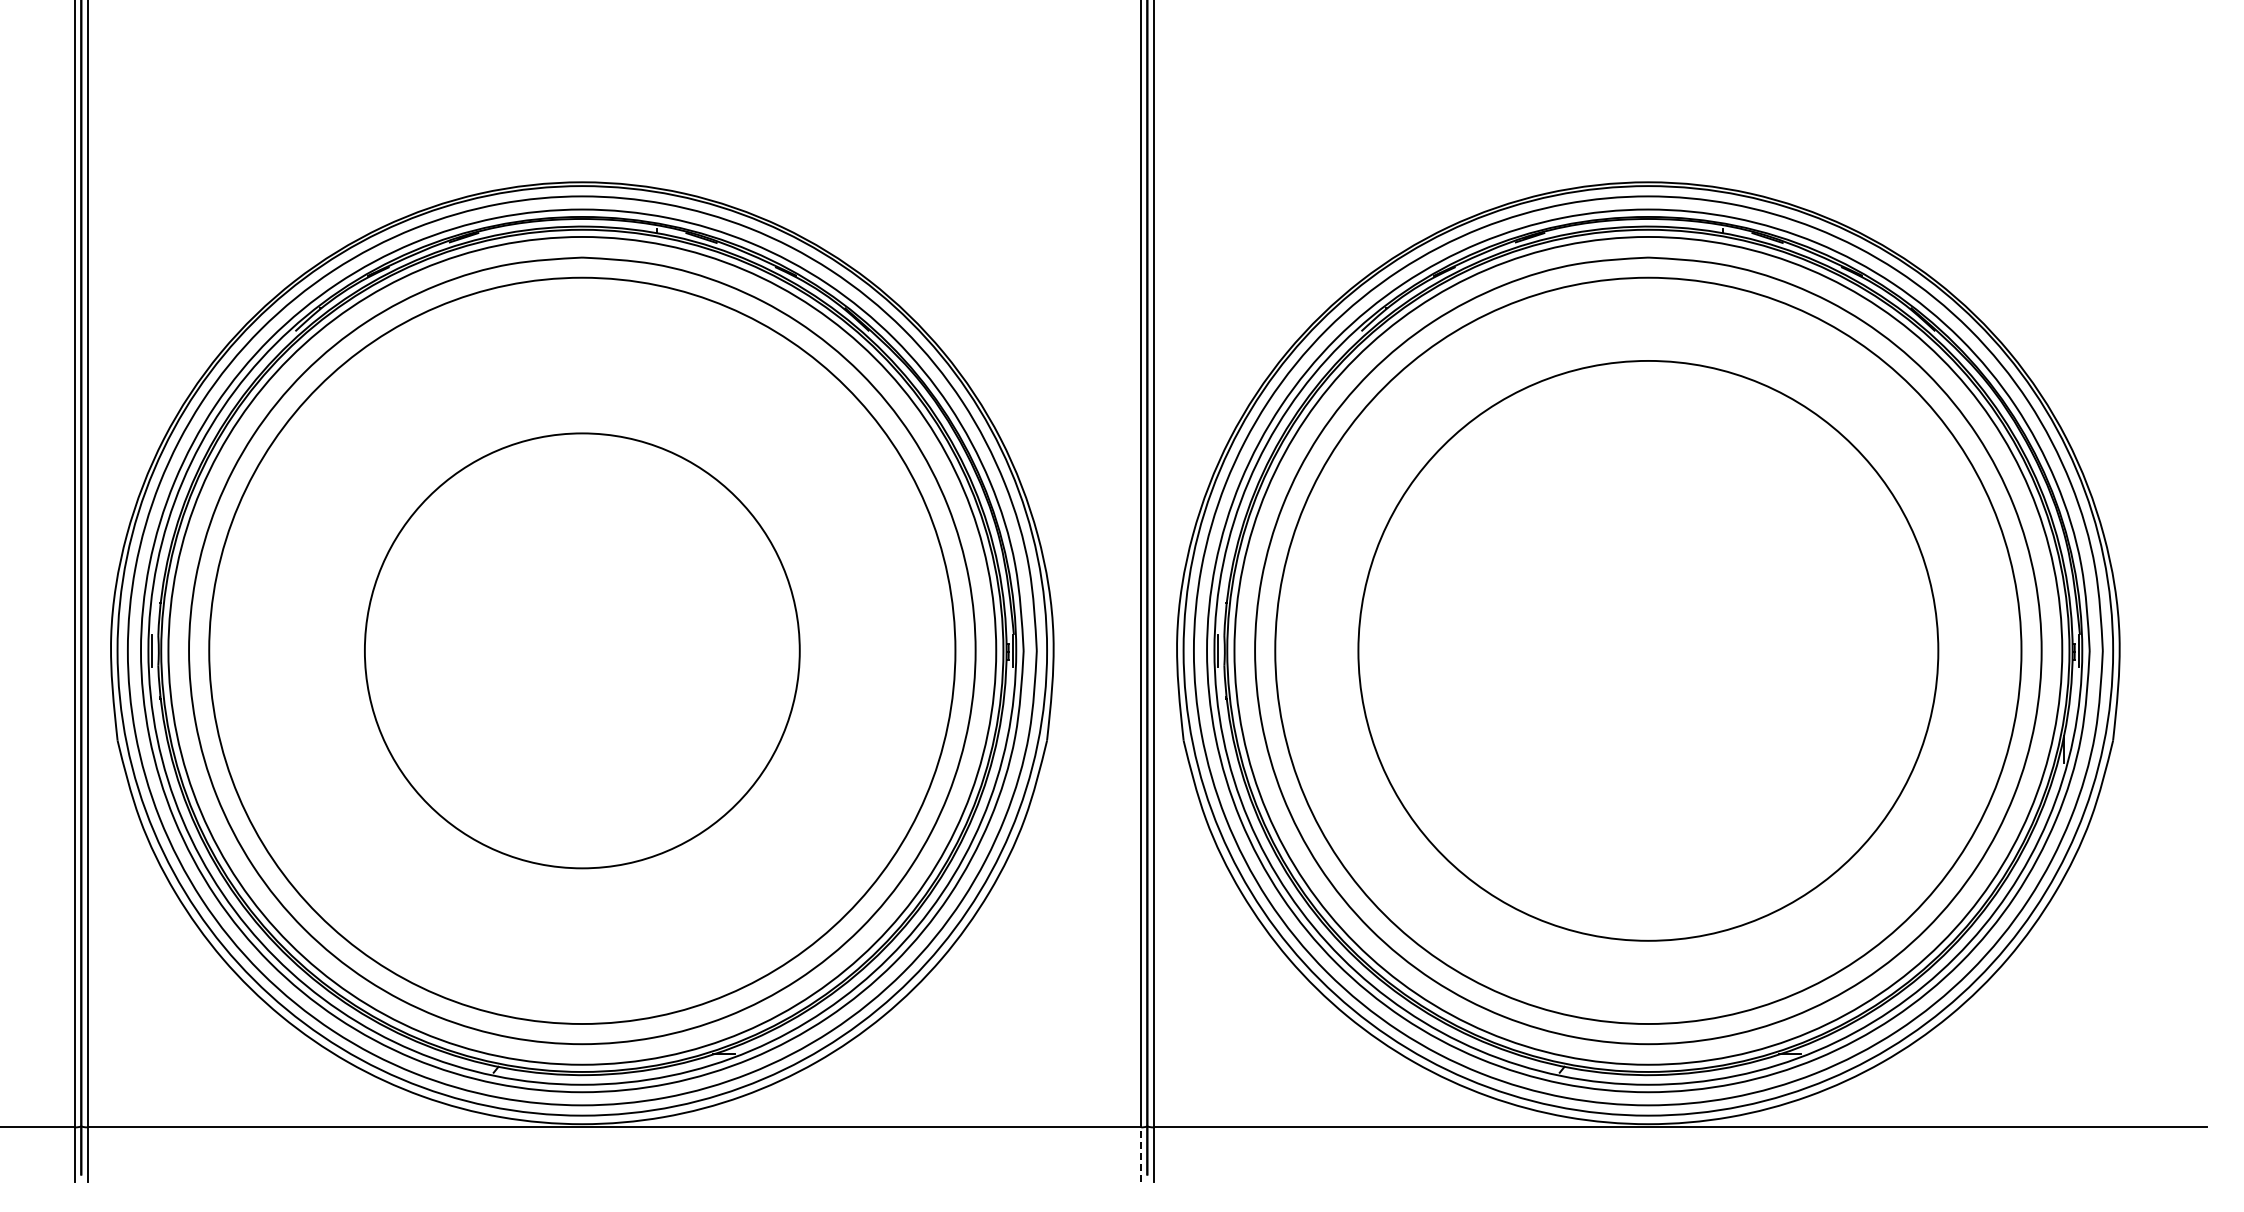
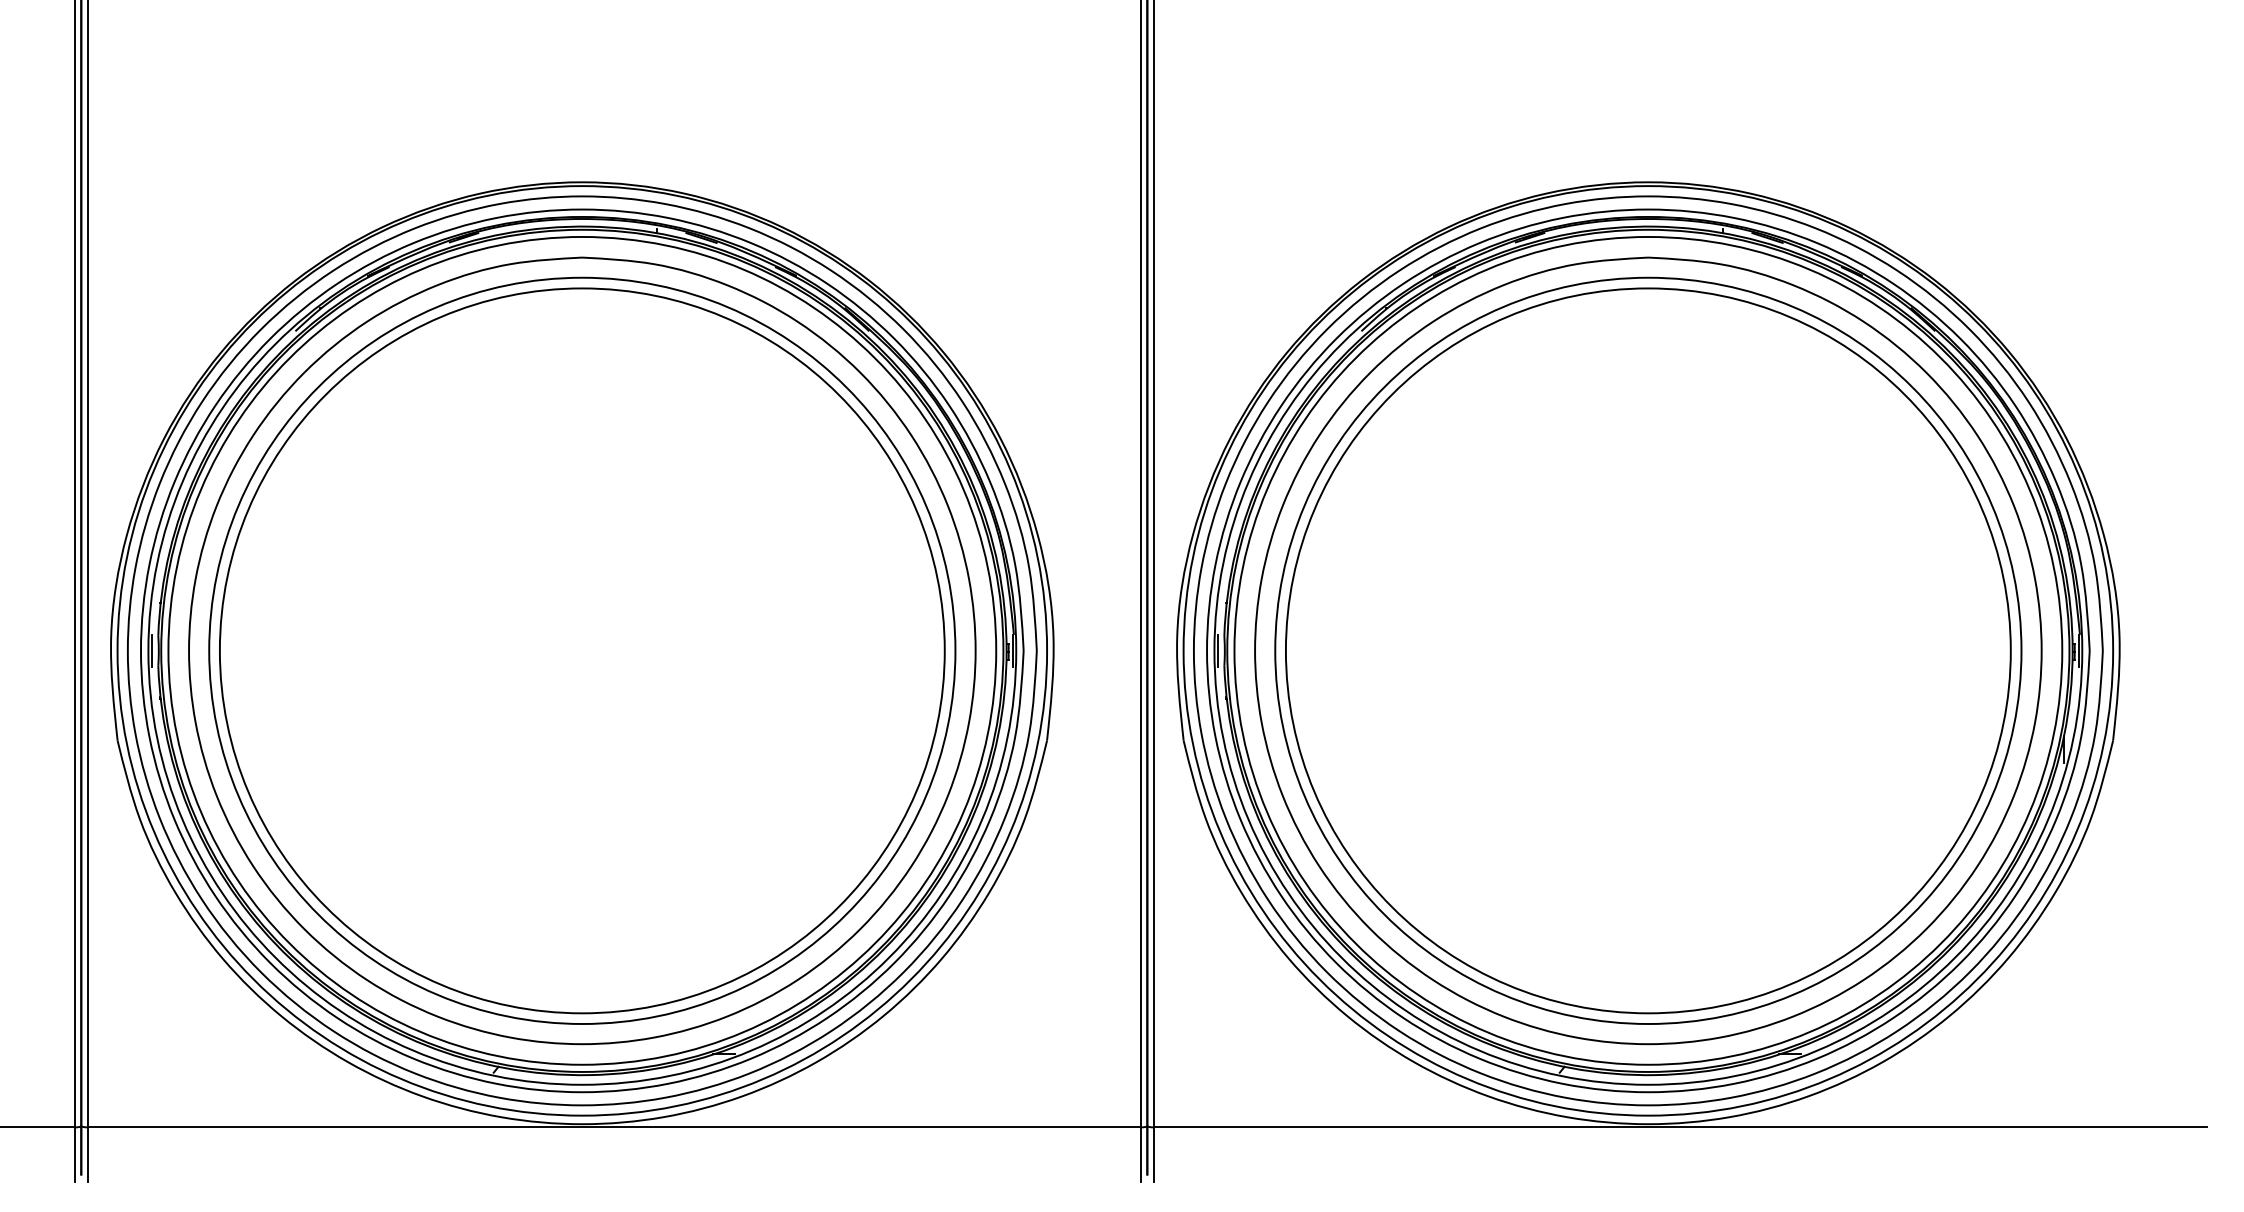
circle at (581, 650) diameter: 435 px -> 725 px
circle at (1648, 650) diameter: 580 px -> 725 px
line at (1140, 1154): dashed -> solid
